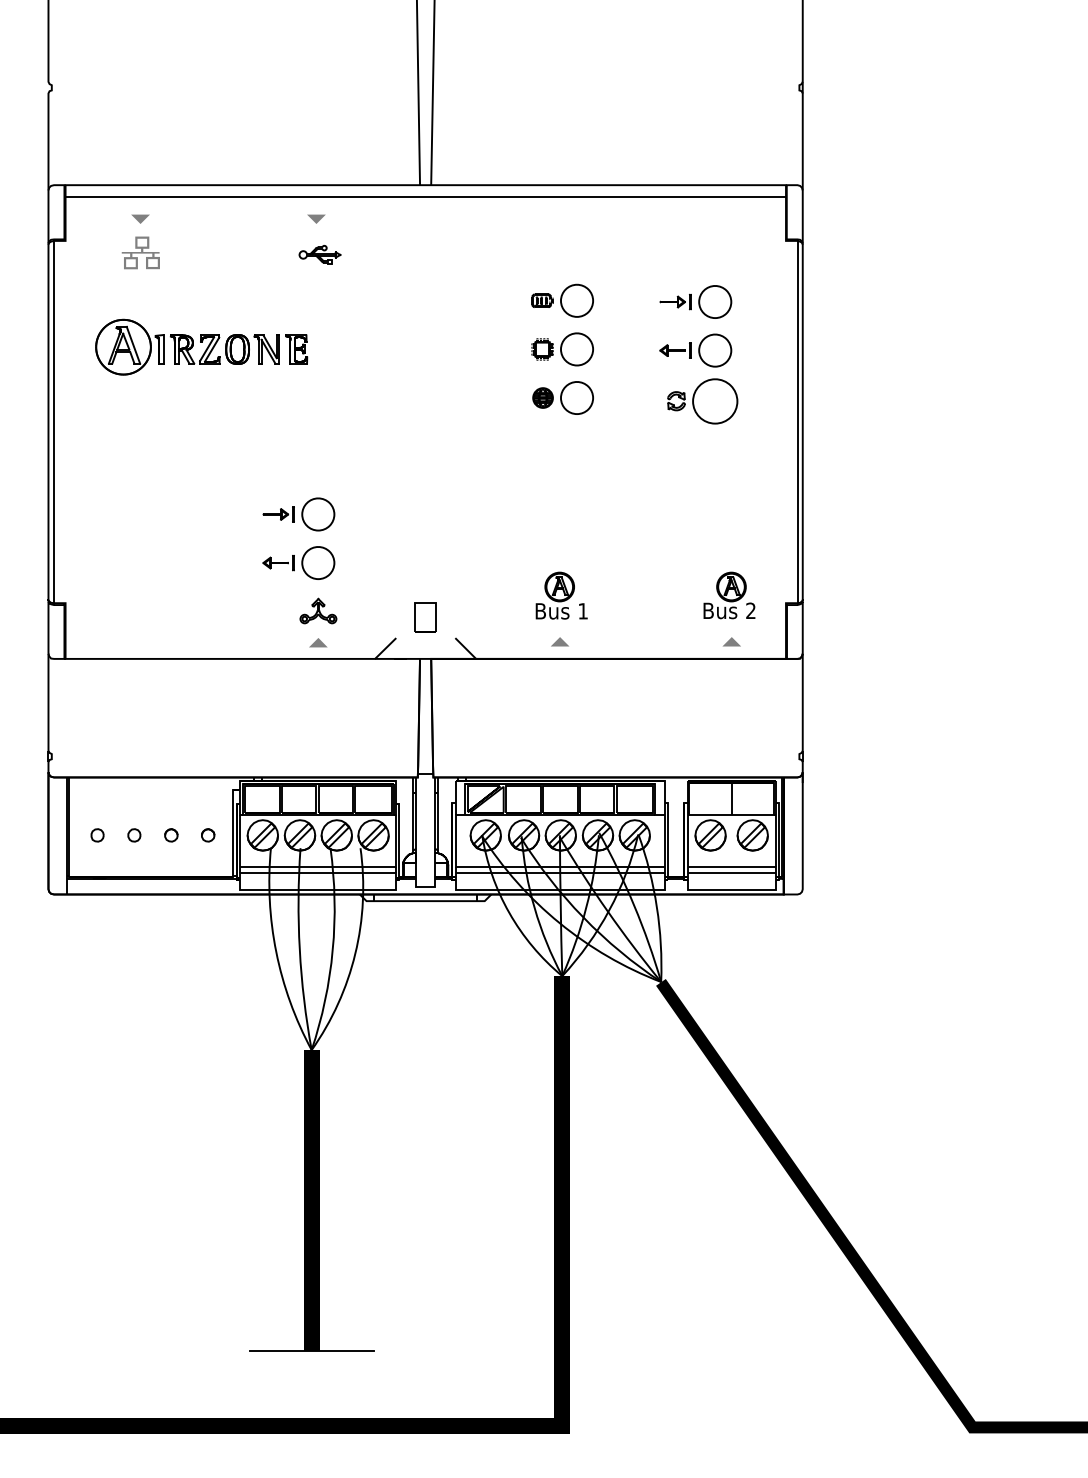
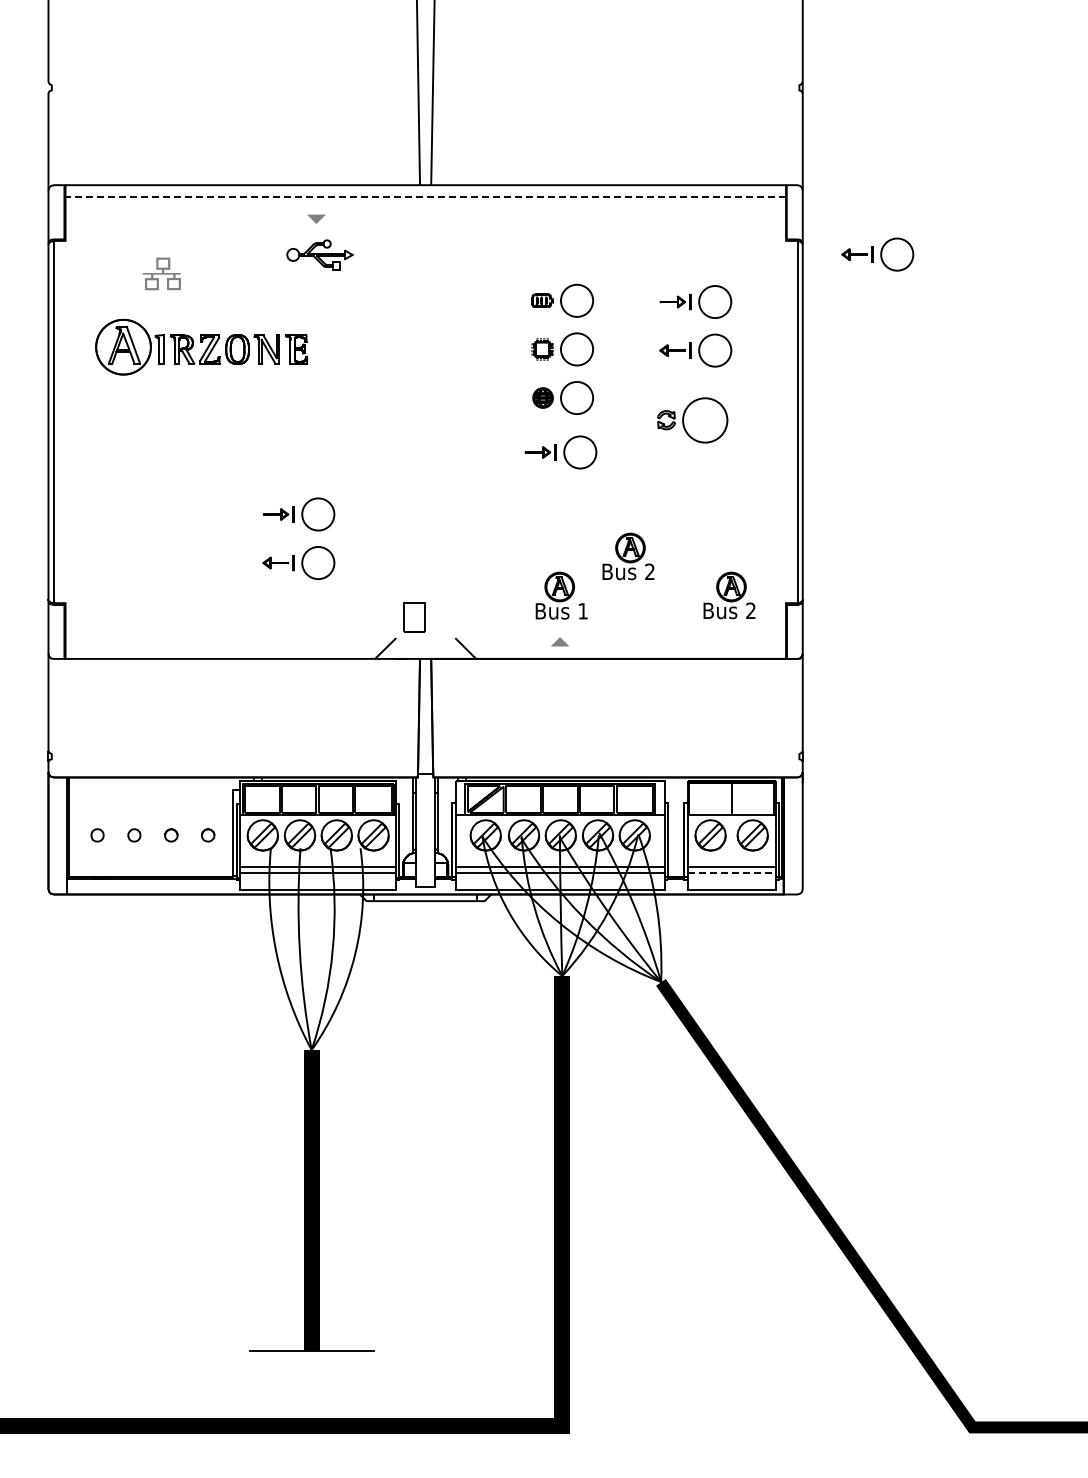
line at (426, 197): solid -> dashed
fill at (140, 219): present -> none
part at (140, 252) position: (140, 252) -> (161, 273)
part at (319, 254) size: 44x20 px -> 68x32 px
part at (877, 254): none -> present
part at (702, 401) position: (702, 401) -> (692, 420)
part at (560, 452): none -> present
part at (628, 556): none -> present
part at (318, 610): present -> none
part at (425, 617) position: (425, 617) -> (414, 617)
fill at (731, 641): present -> none
fill at (317, 642): present -> none
line at (732, 873): solid -> dashed
